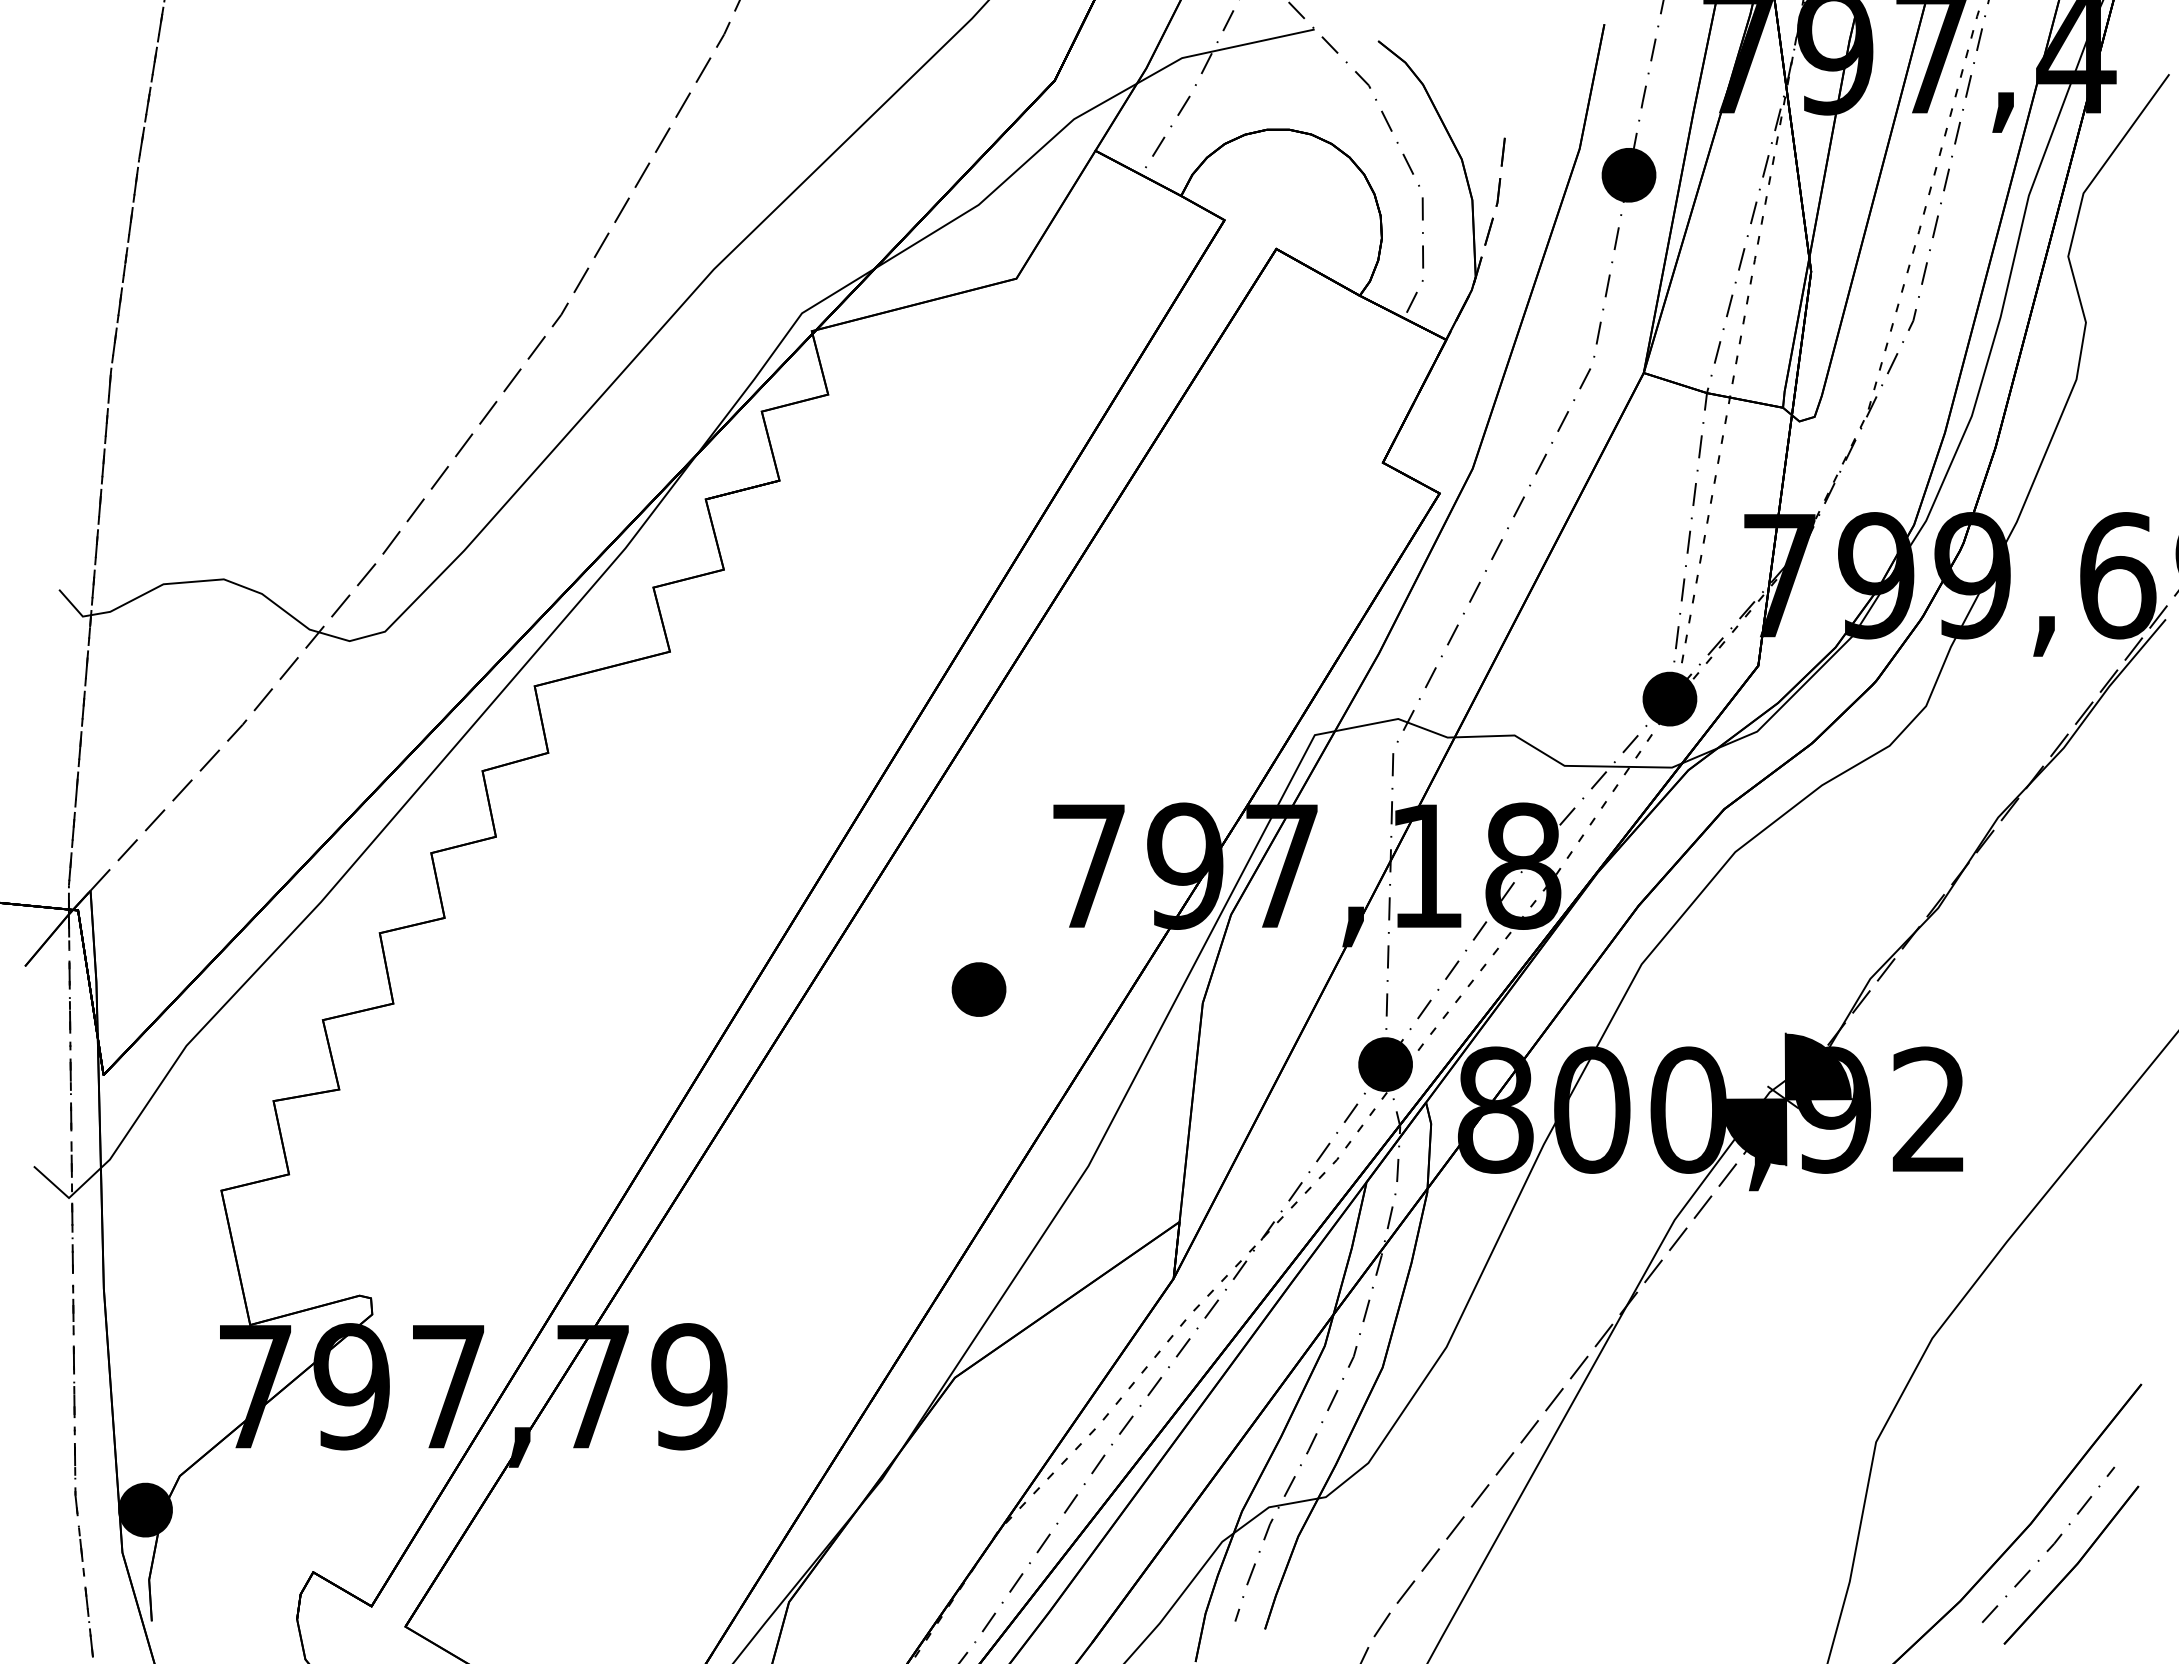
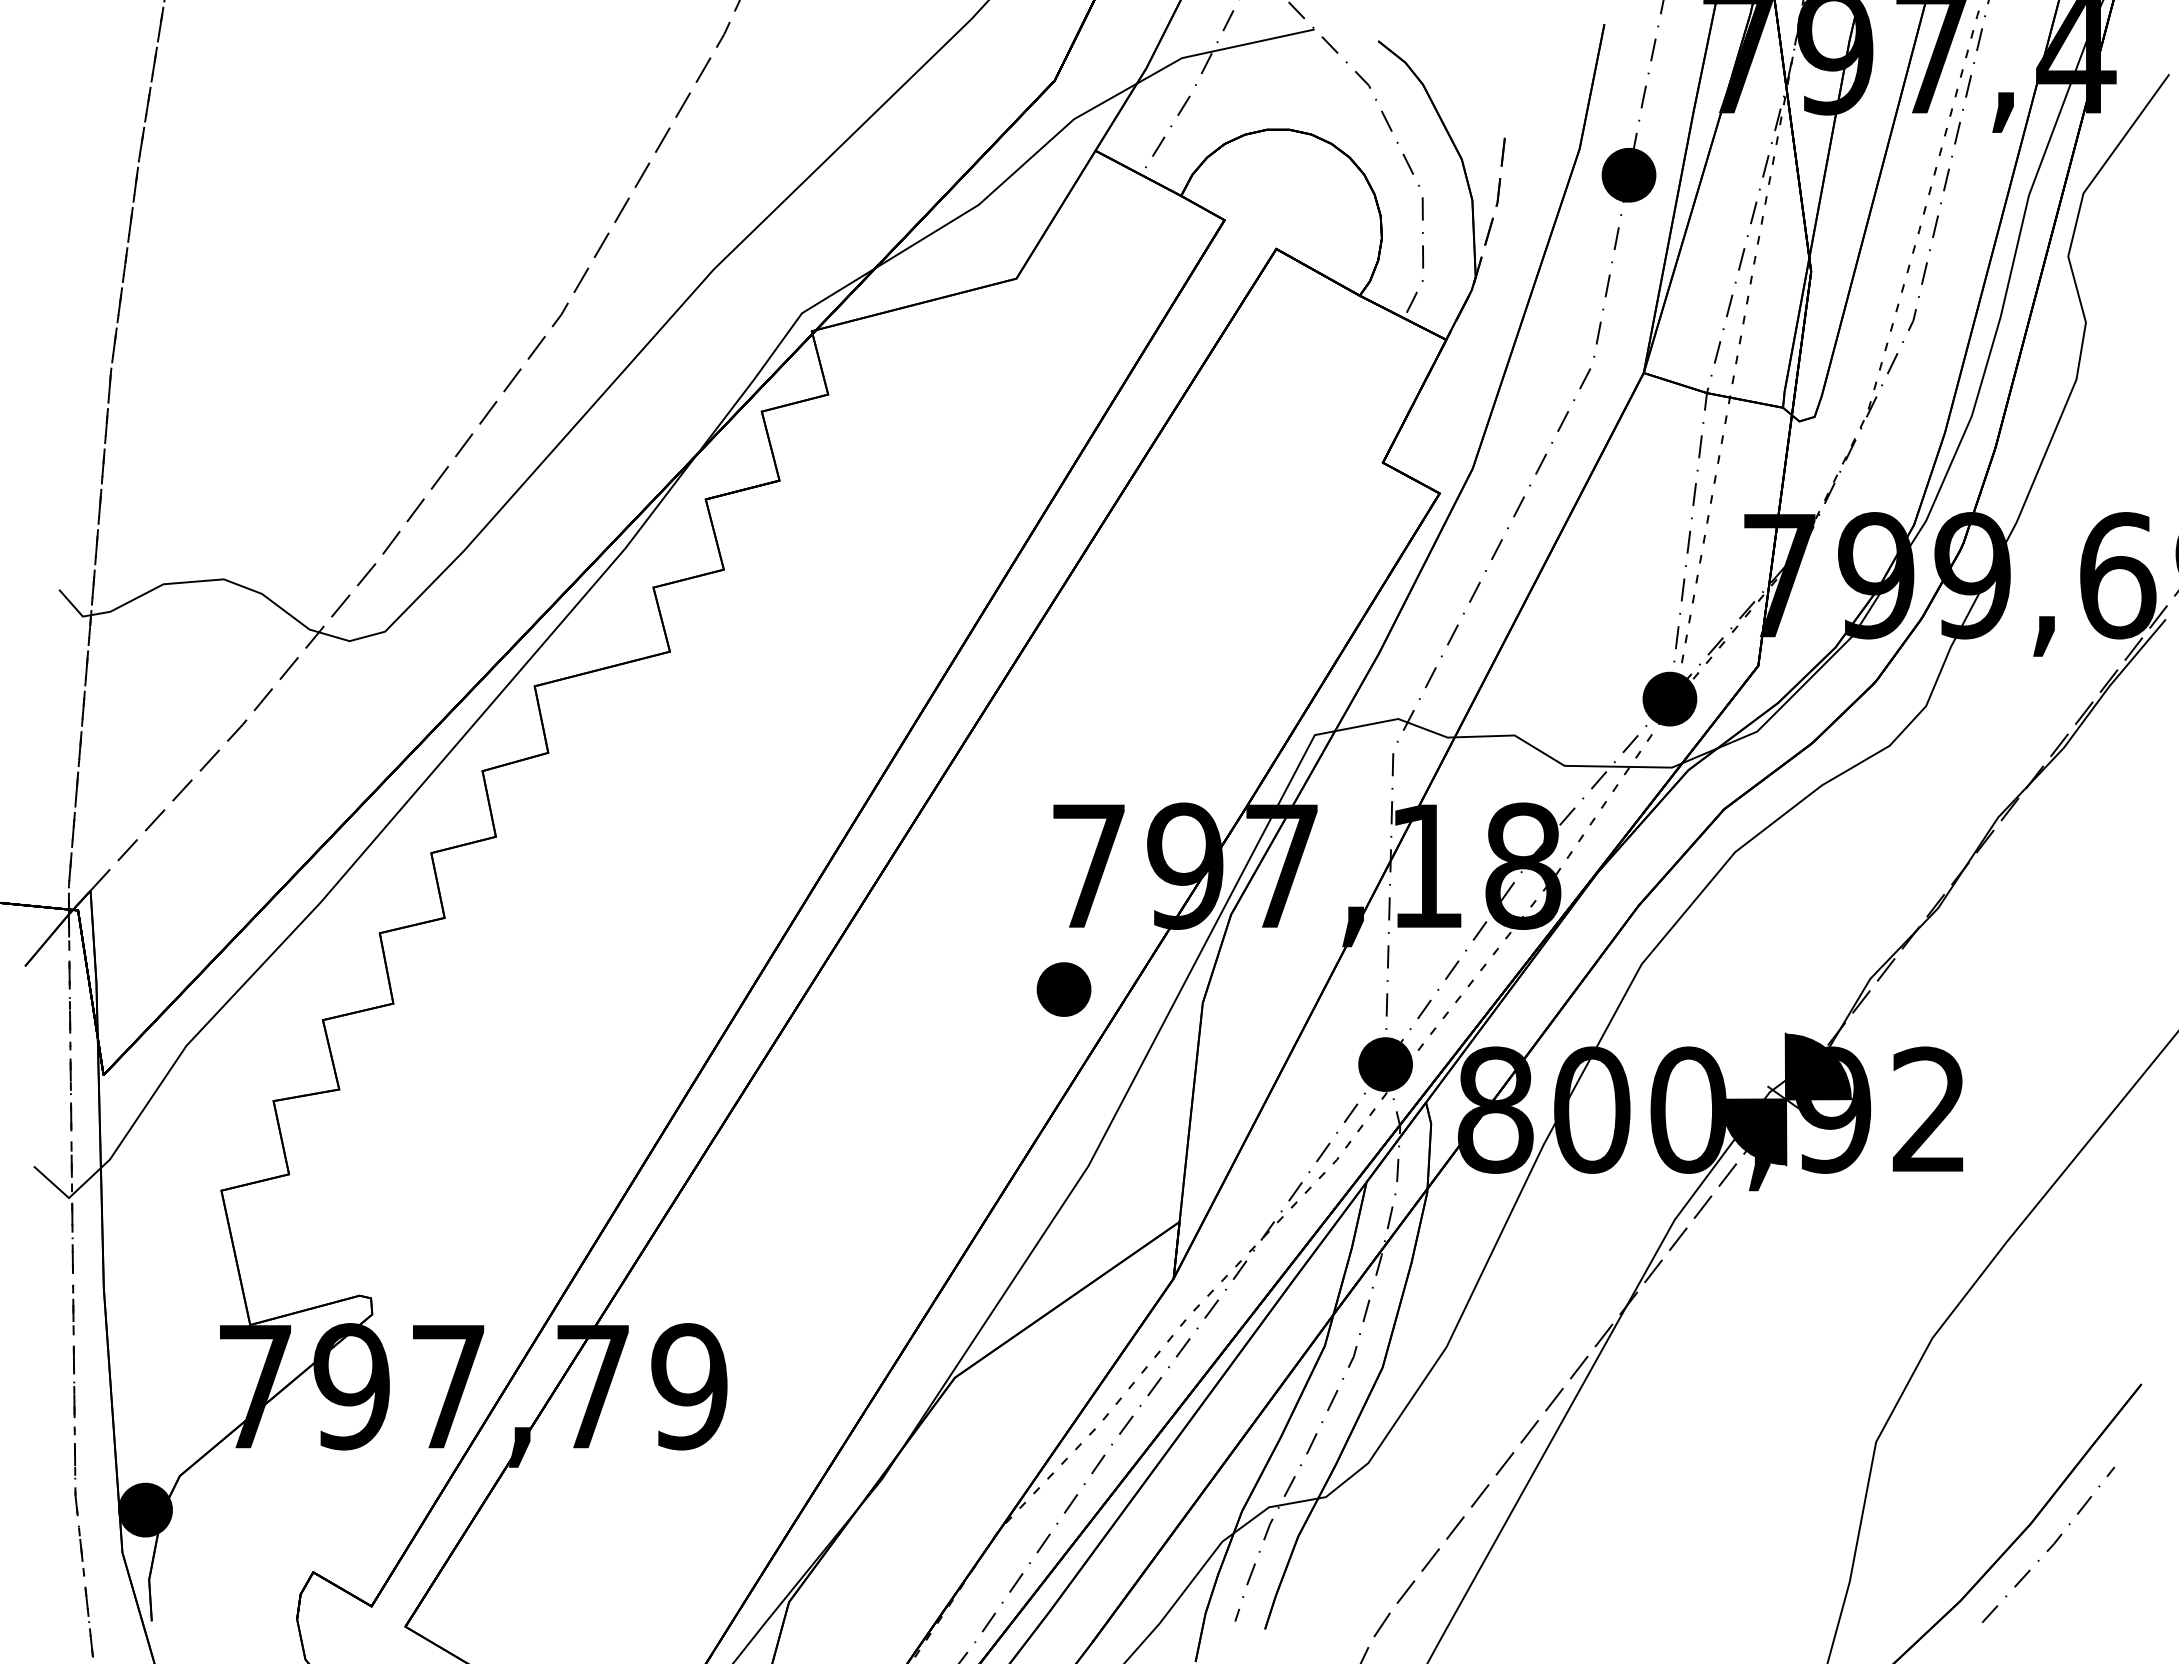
part at (978, 989) position: (978, 989) -> (1063, 989)
part at (2071, 1564): present -> none
